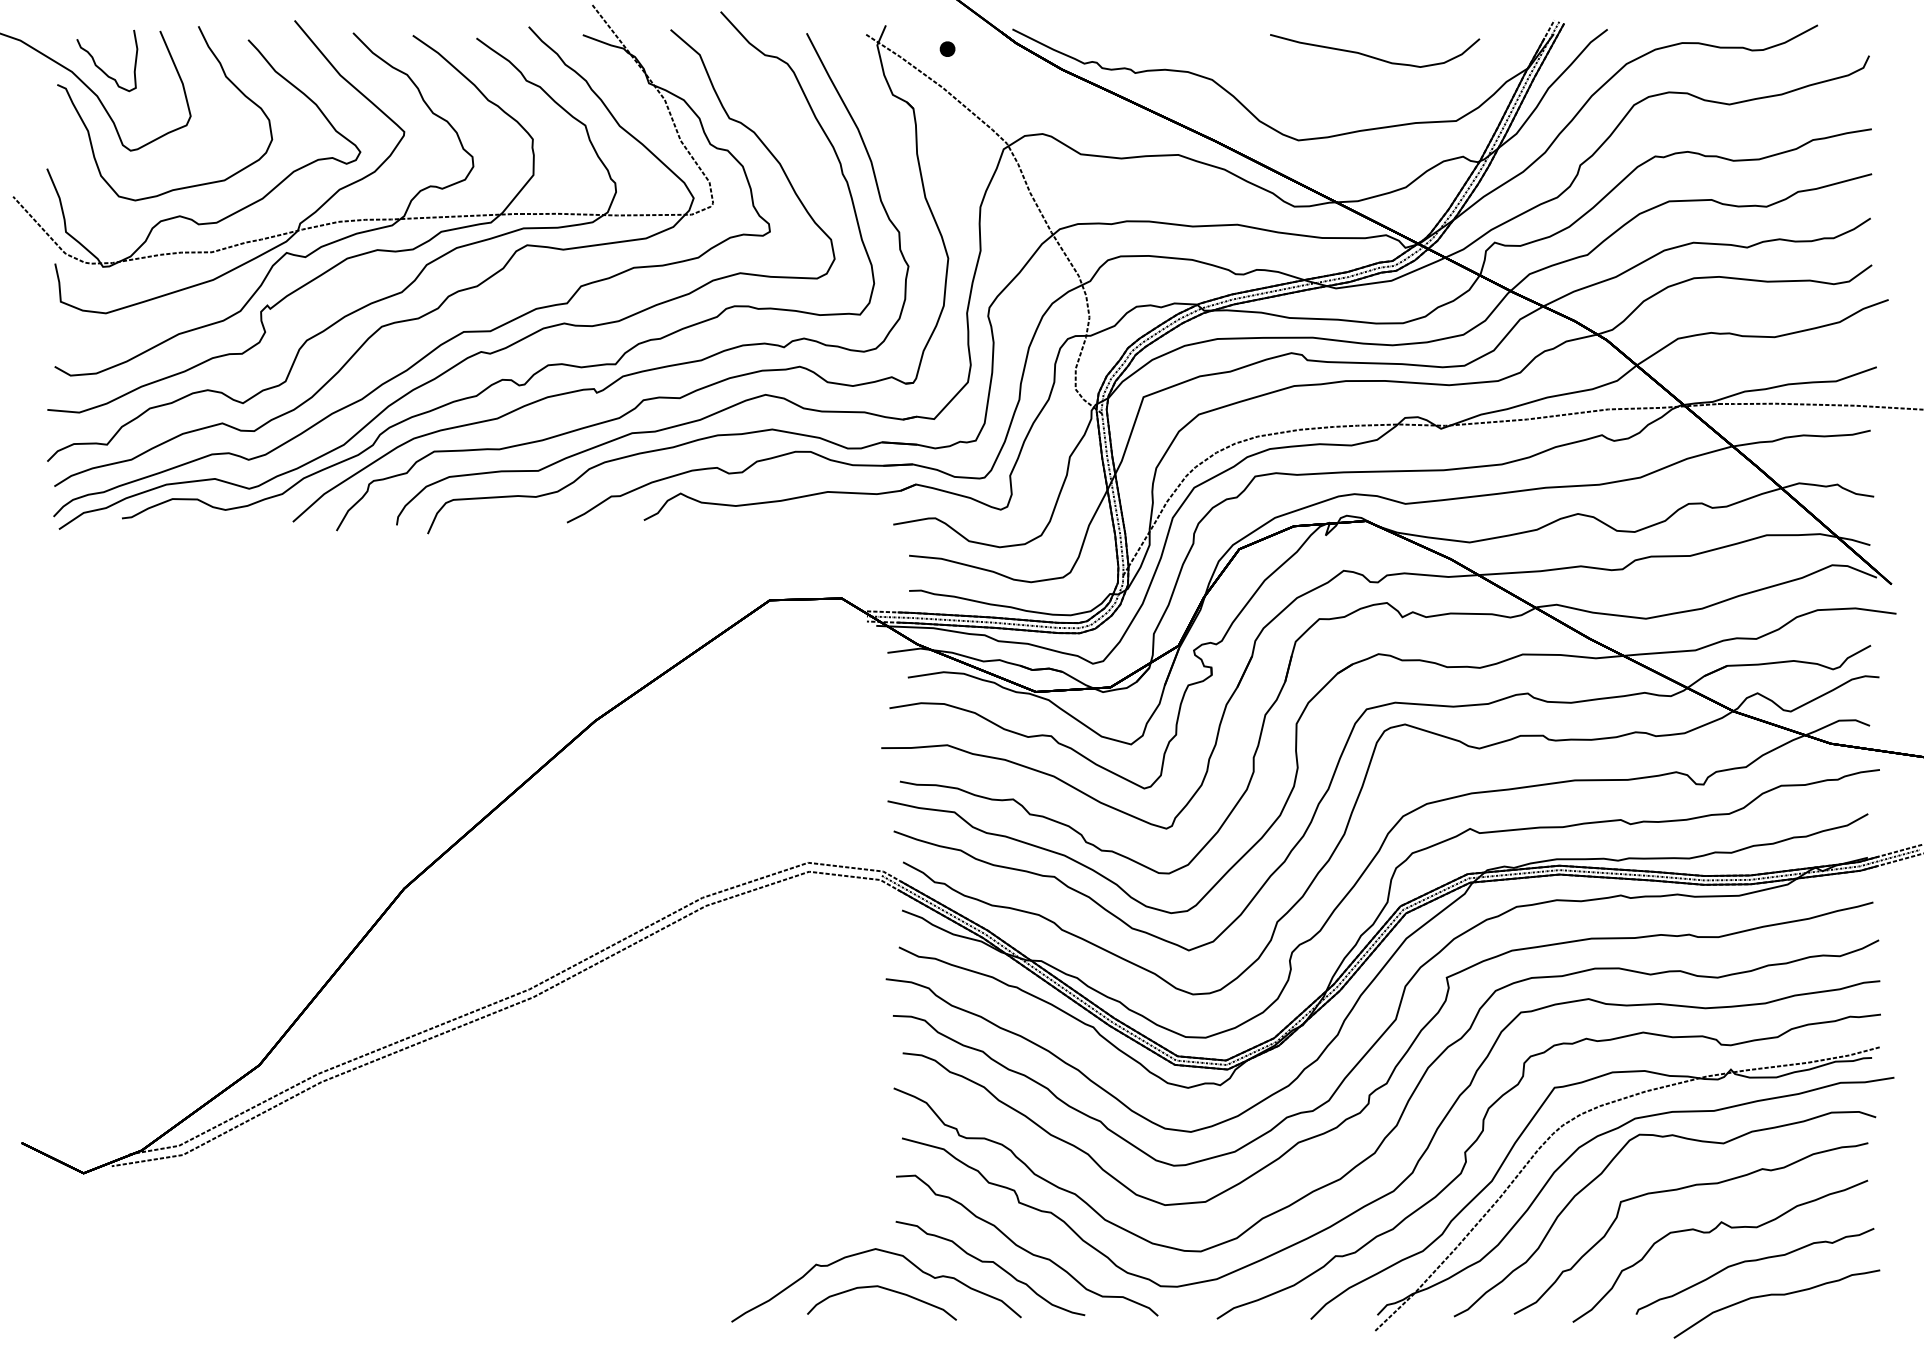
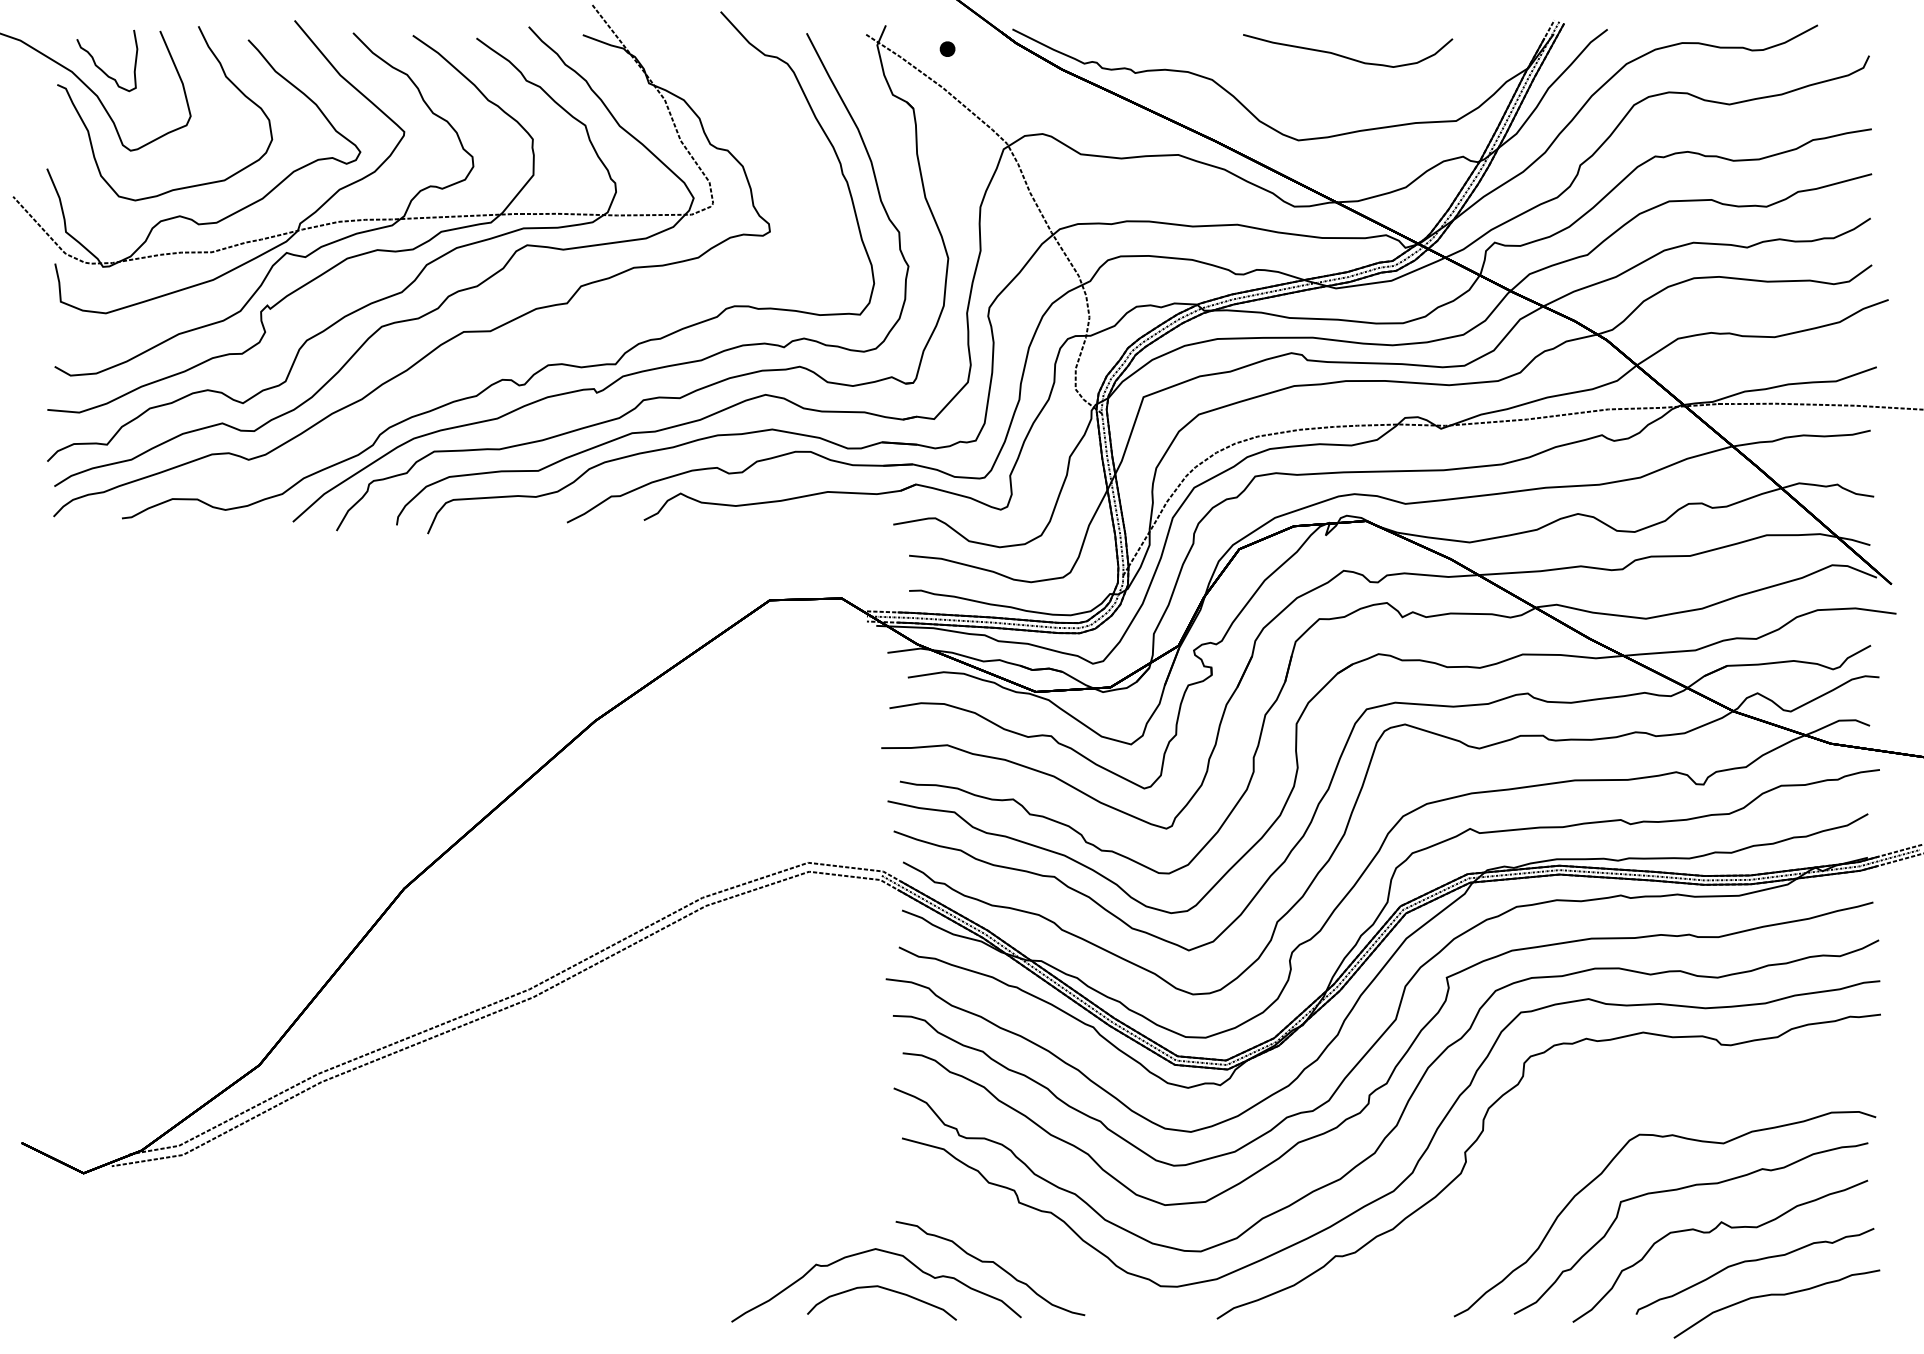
part at (1373, 56) position: (1373, 56) -> (1346, 56)
part at (479, 351): present -> none
part at (1571, 1156): present -> none
curve at (1026, 1249): present -> none
